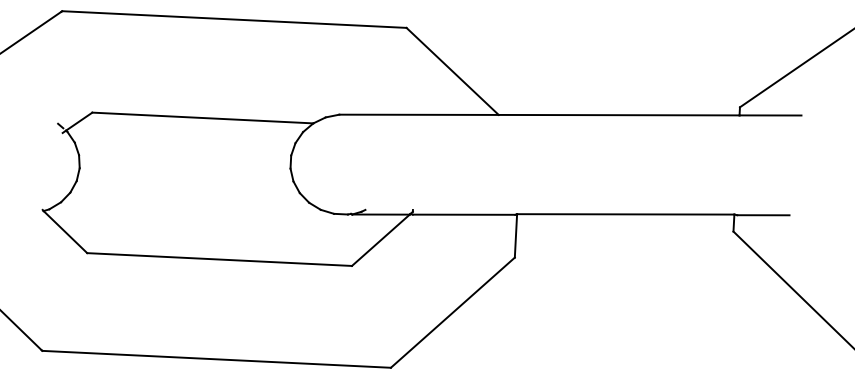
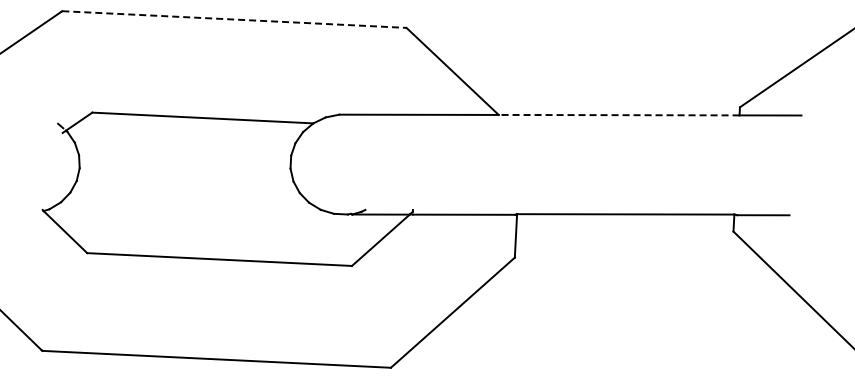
line at (234, 19): solid -> dashed
line at (618, 115): solid -> dashed
